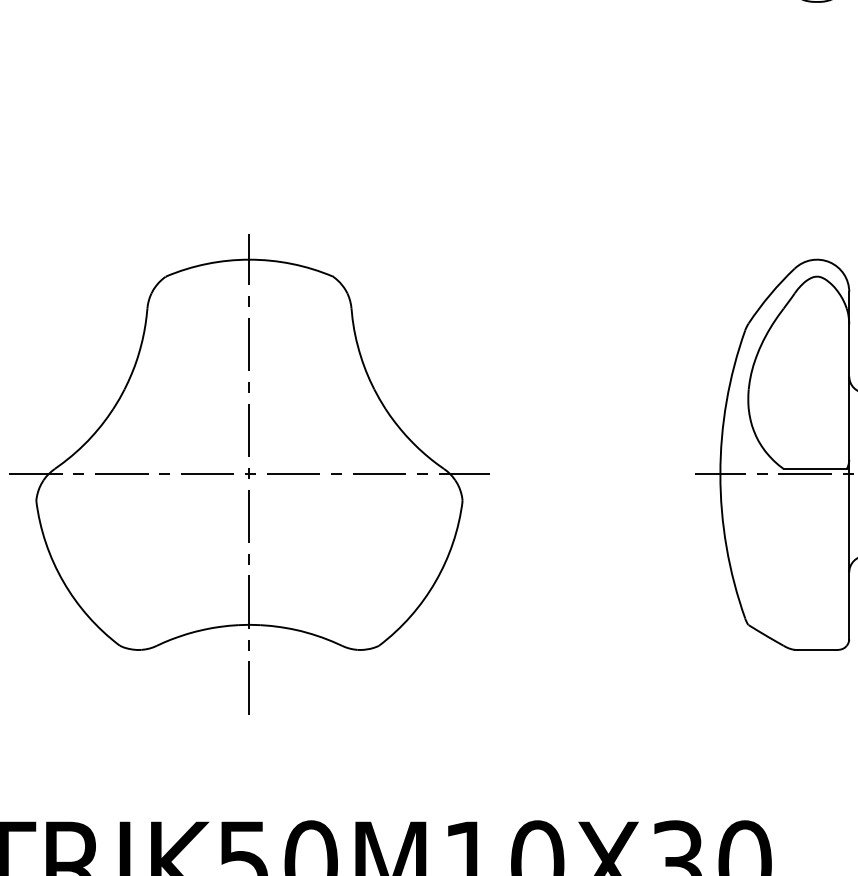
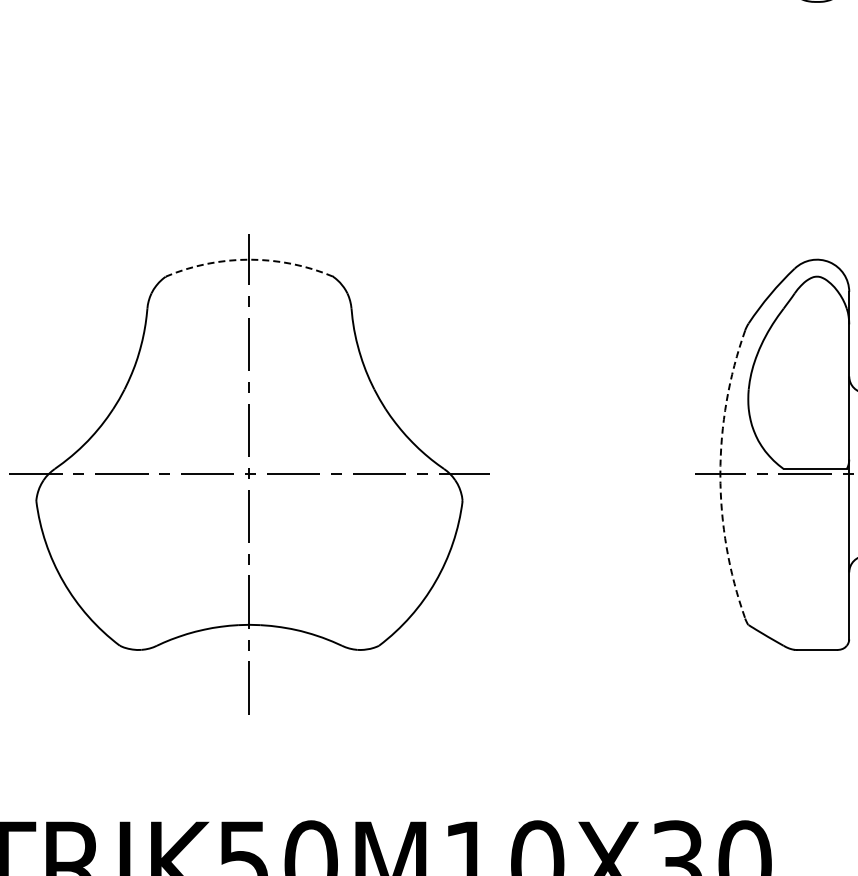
arc at (249, 259): solid -> dashed
arc at (720, 474): solid -> dashed
